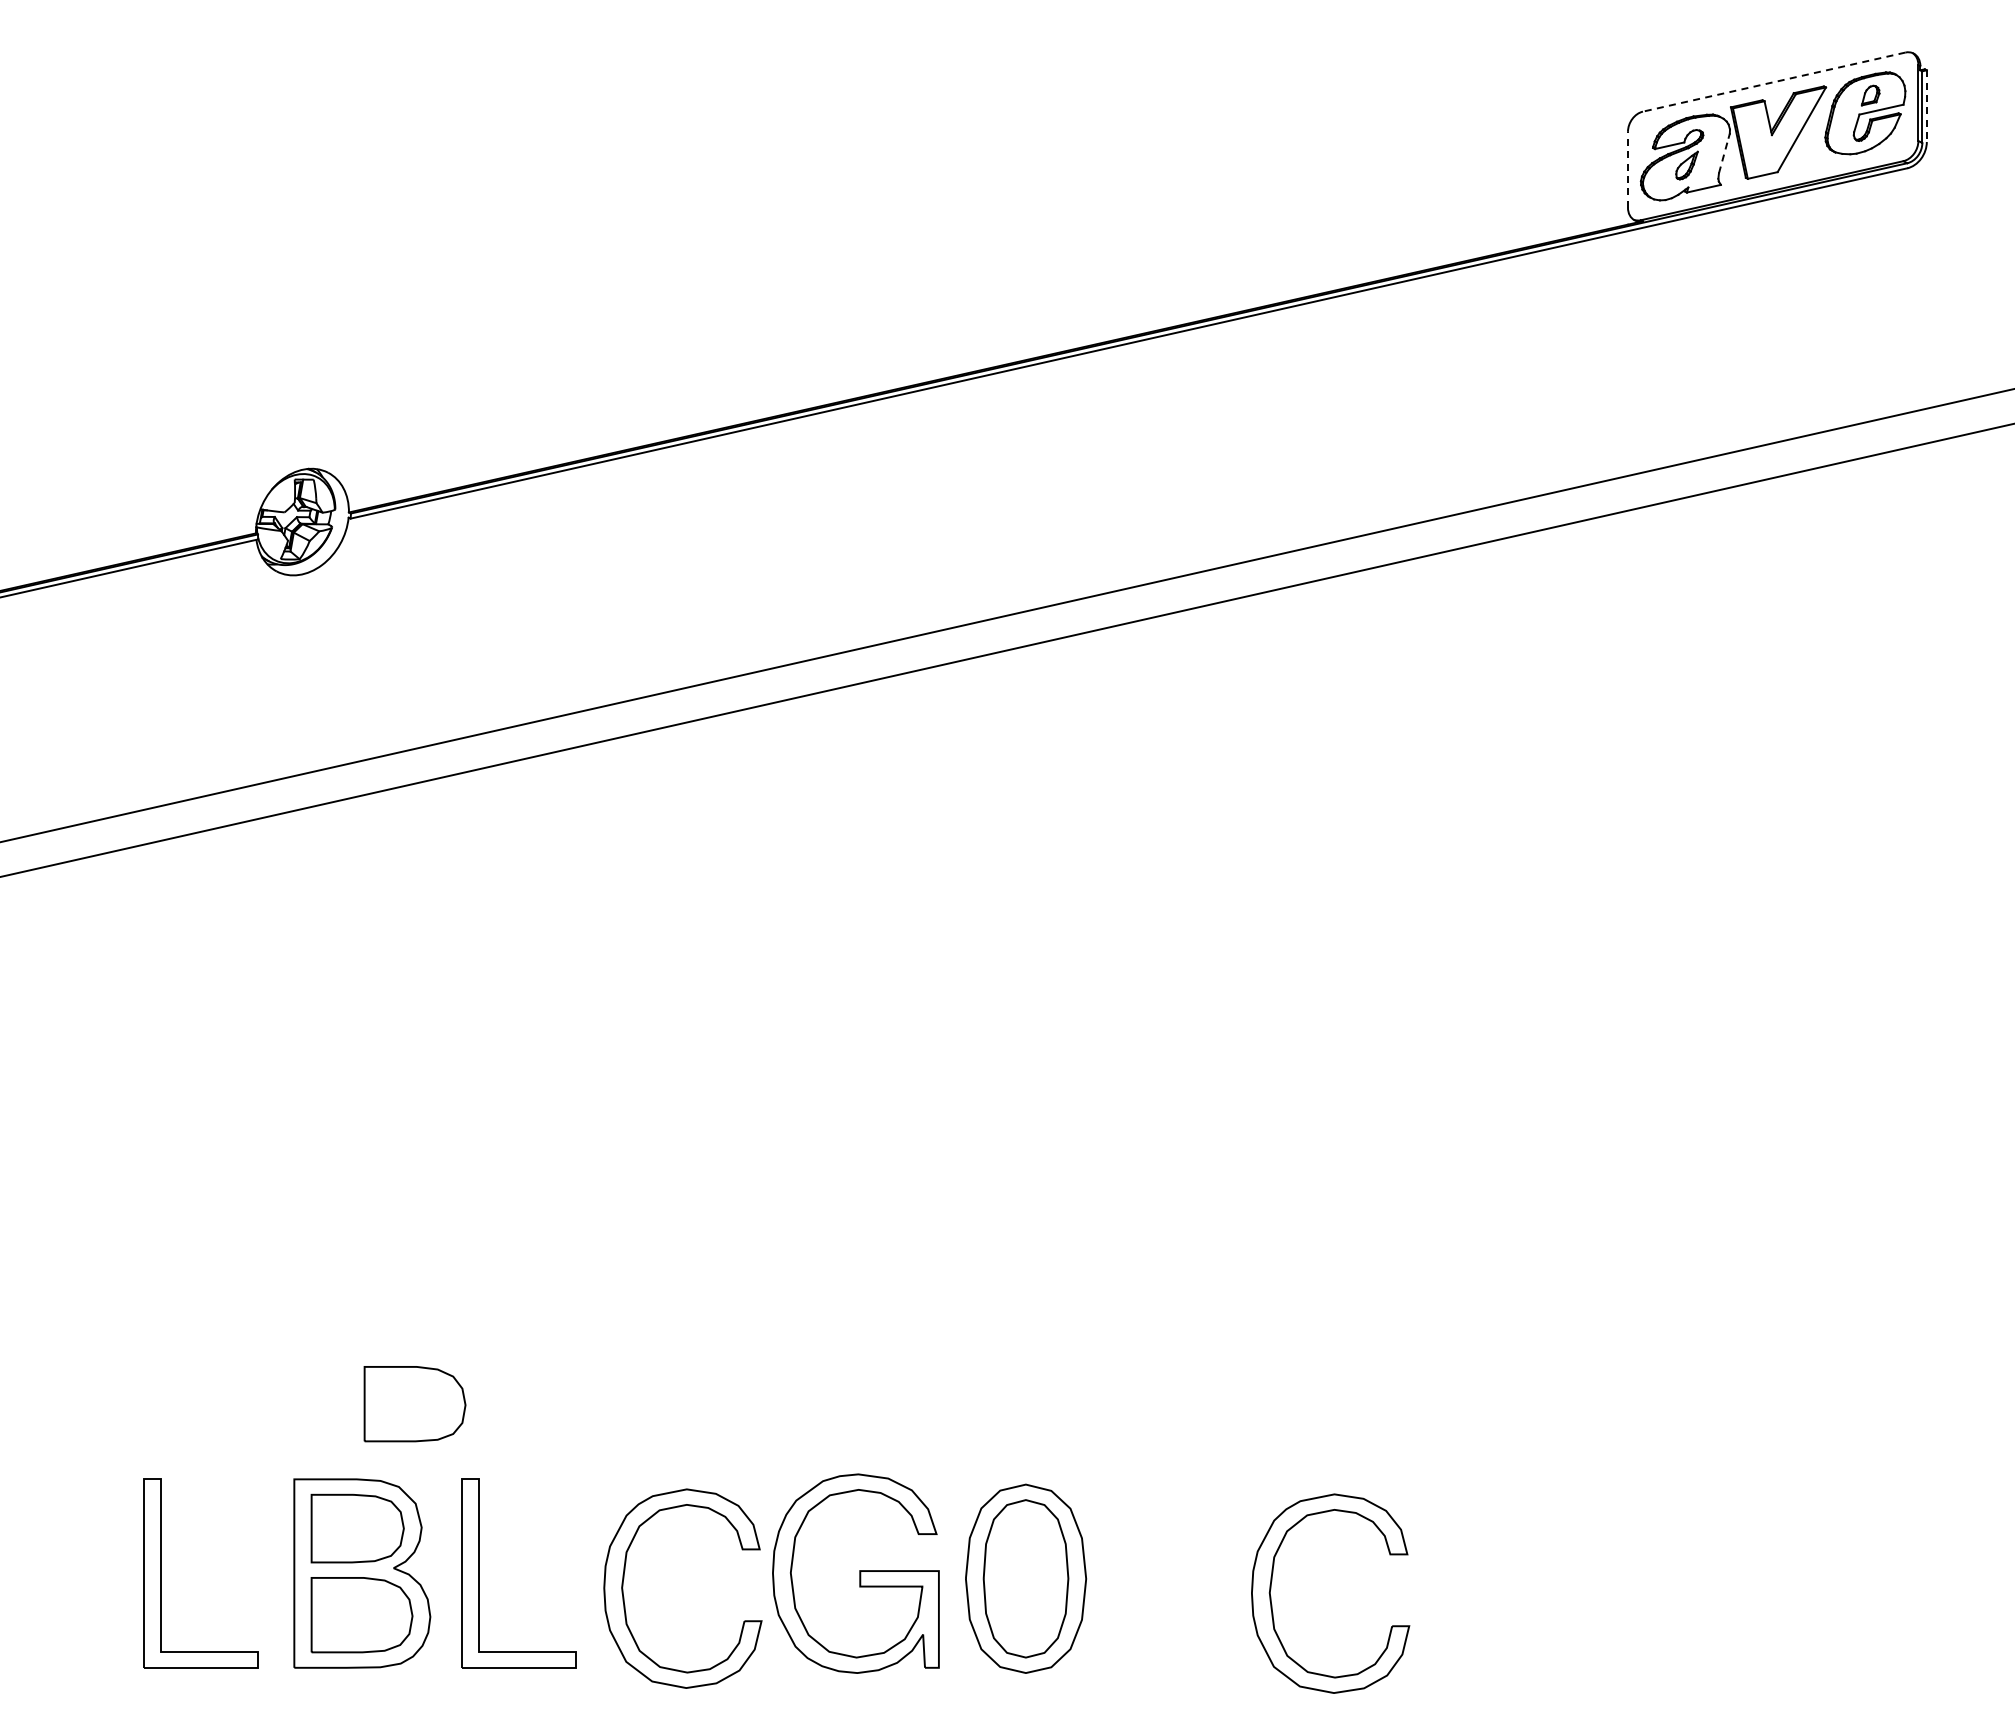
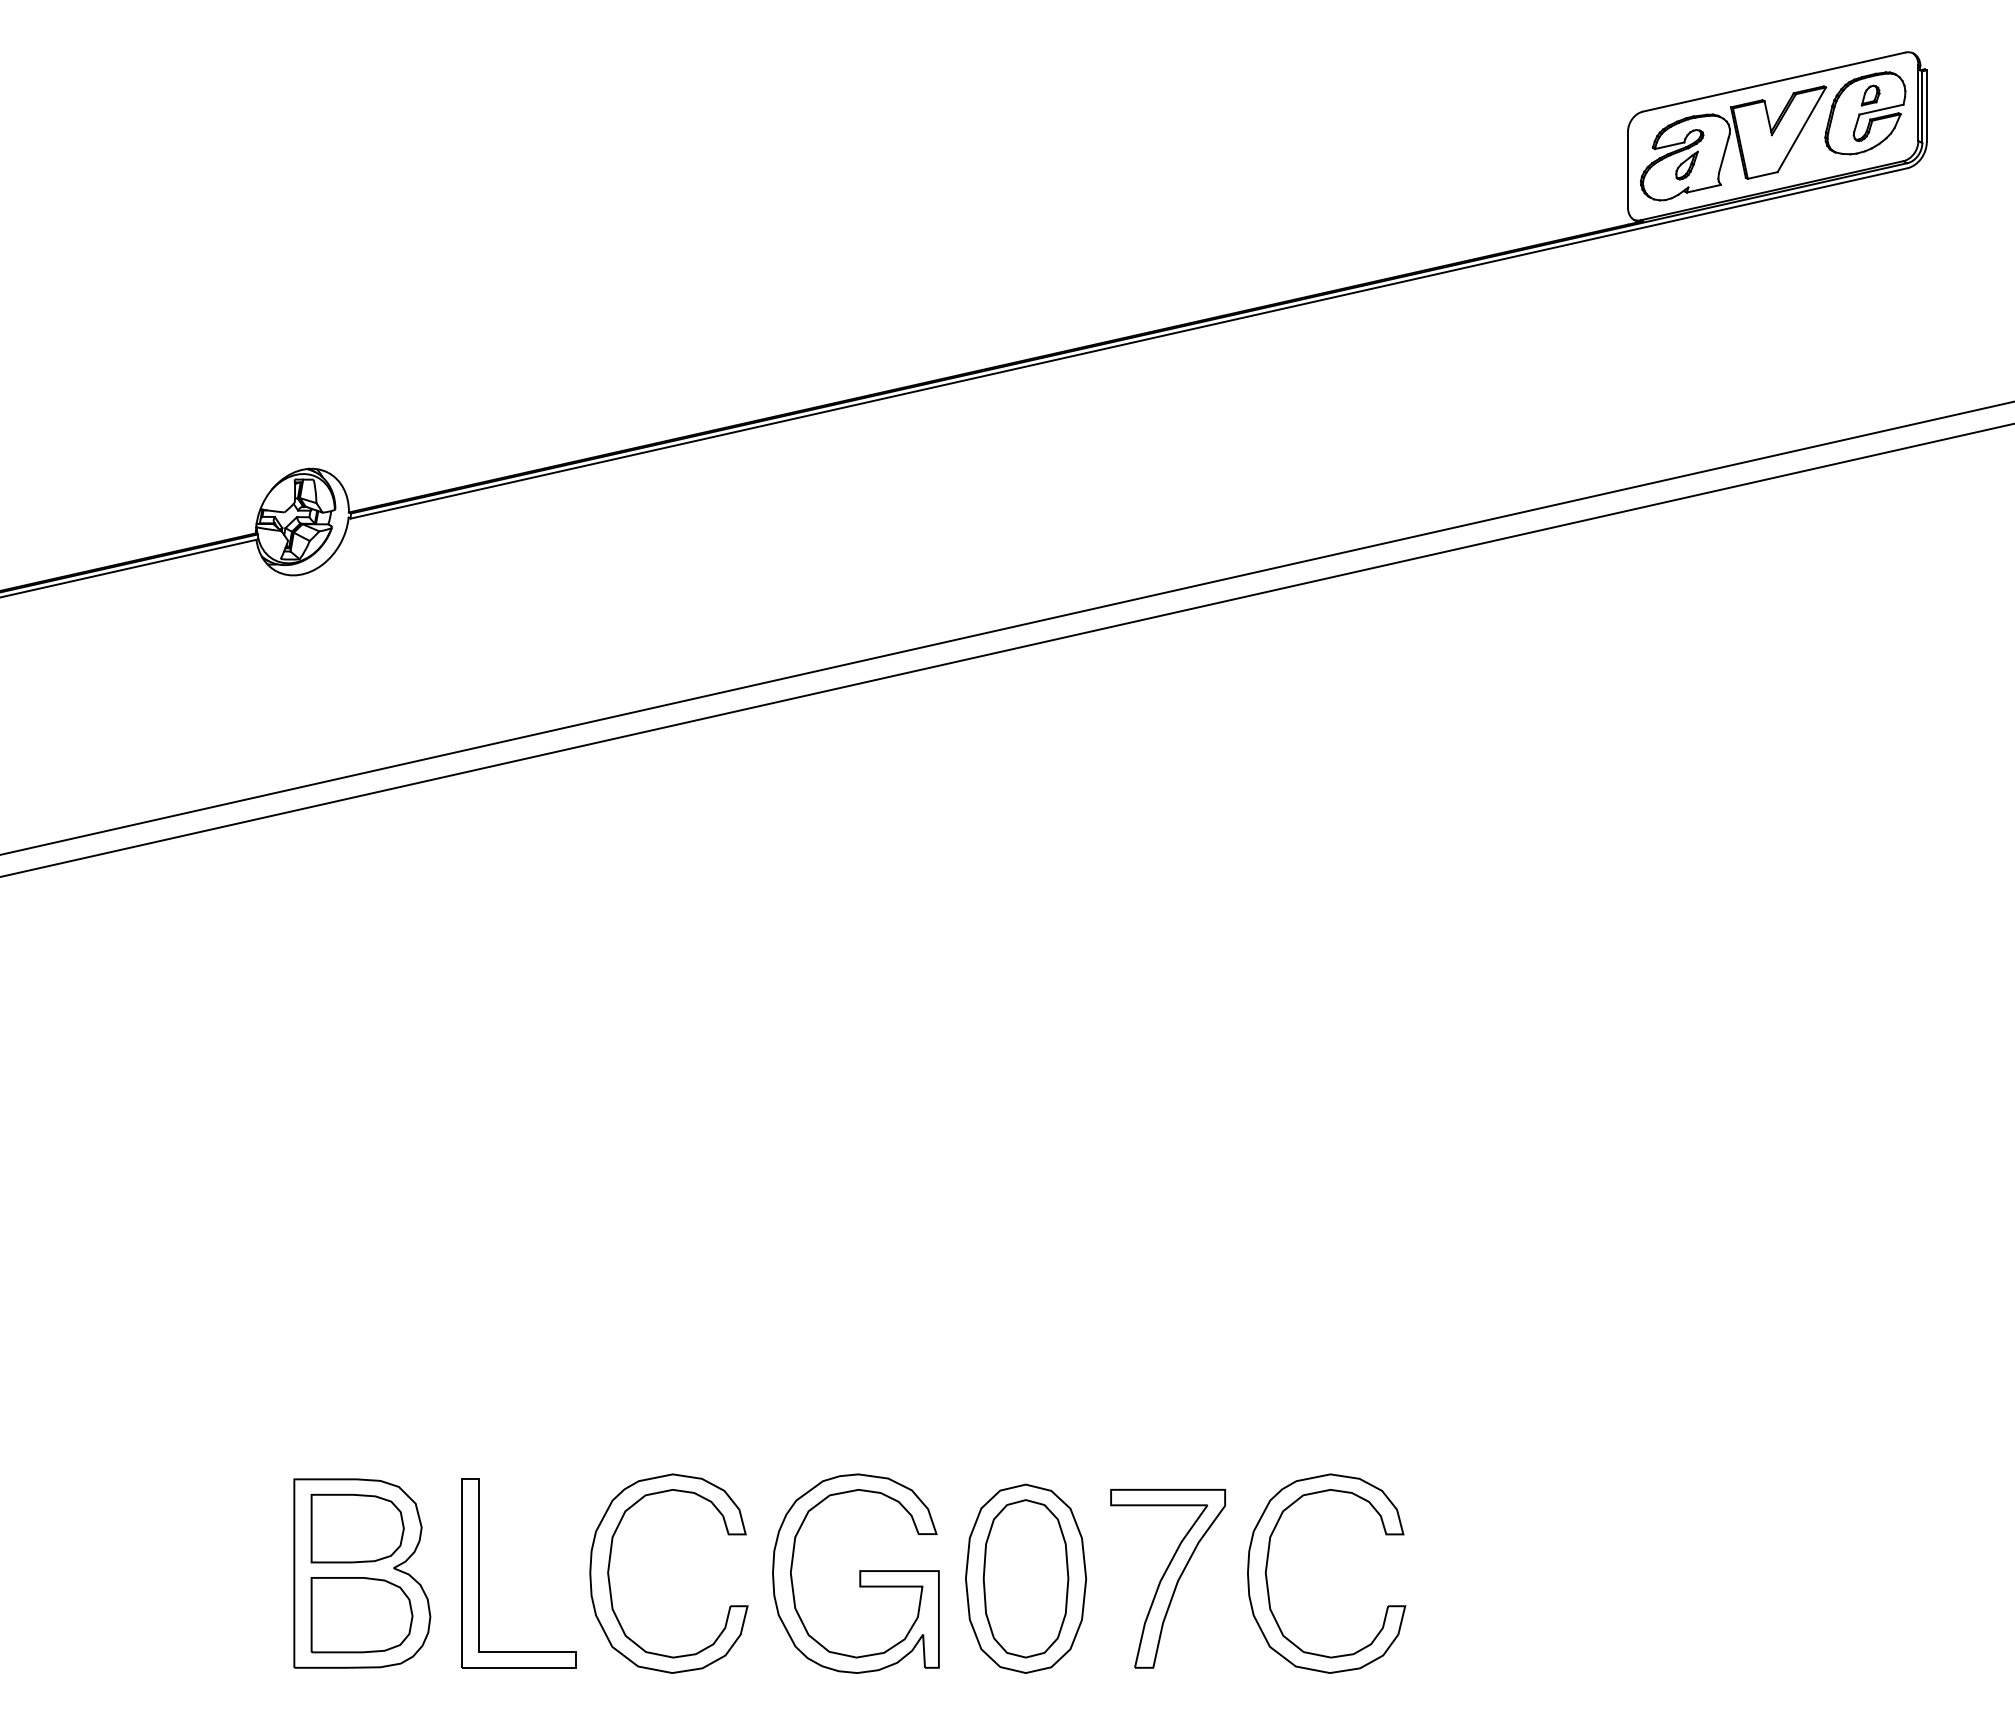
line at (1773, 82): dashed -> solid
line at (1926, 106): dashed -> solid
line at (1723, 155): dashed -> solid
line at (1627, 169): dashed -> solid
line at (1006, 615) position: (1006, 615) -> (1006, 628)
part at (414, 1404): present -> none
part at (161, 1573): present -> none
part at (1167, 1578): none -> present
part at (624, 1596) position: (624, 1596) -> (610, 1581)
part at (1272, 1604) position: (1272, 1604) -> (1268, 1584)
